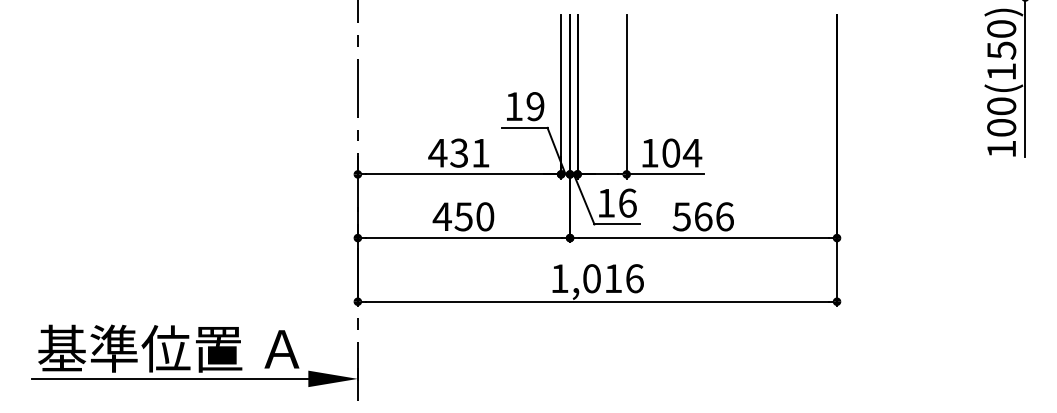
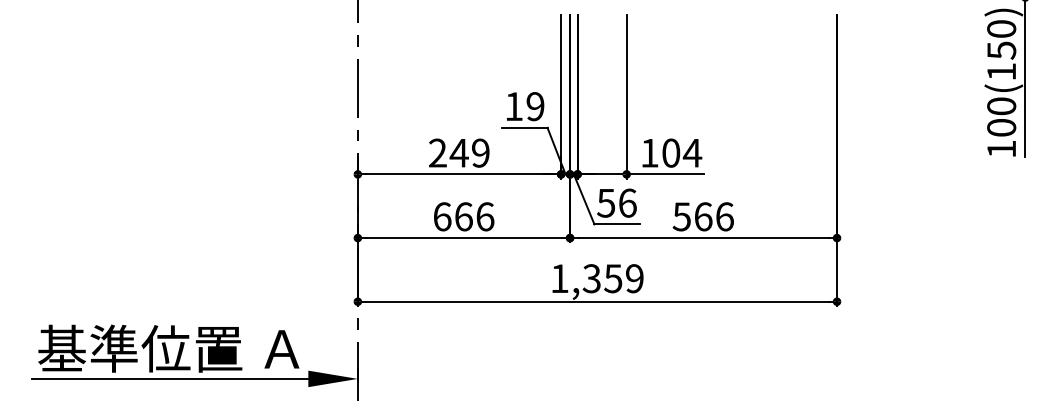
text at (458, 152): 431 -> 249
text at (606, 203): 16 -> 56
text at (463, 216): 450 -> 666
text at (612, 278): 1,016 -> 1,359
